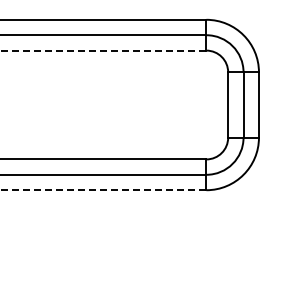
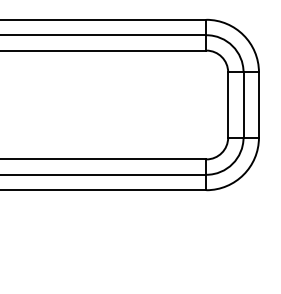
line at (103, 50): dashed -> solid
line at (103, 190): dashed -> solid
